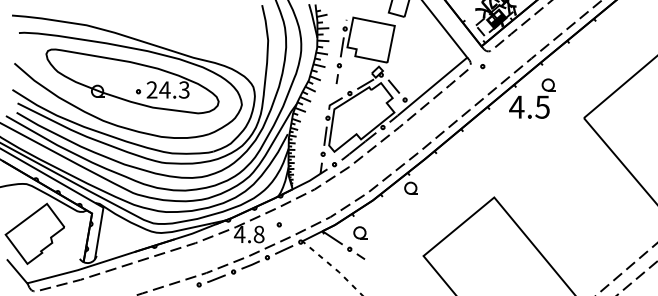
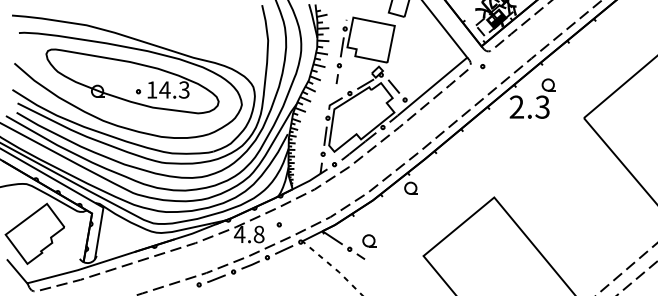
text at (151, 89): 24.3 -> 14.3
text at (529, 106): 4.5 -> 2.3
part at (360, 232) position: (360, 232) -> (369, 240)
